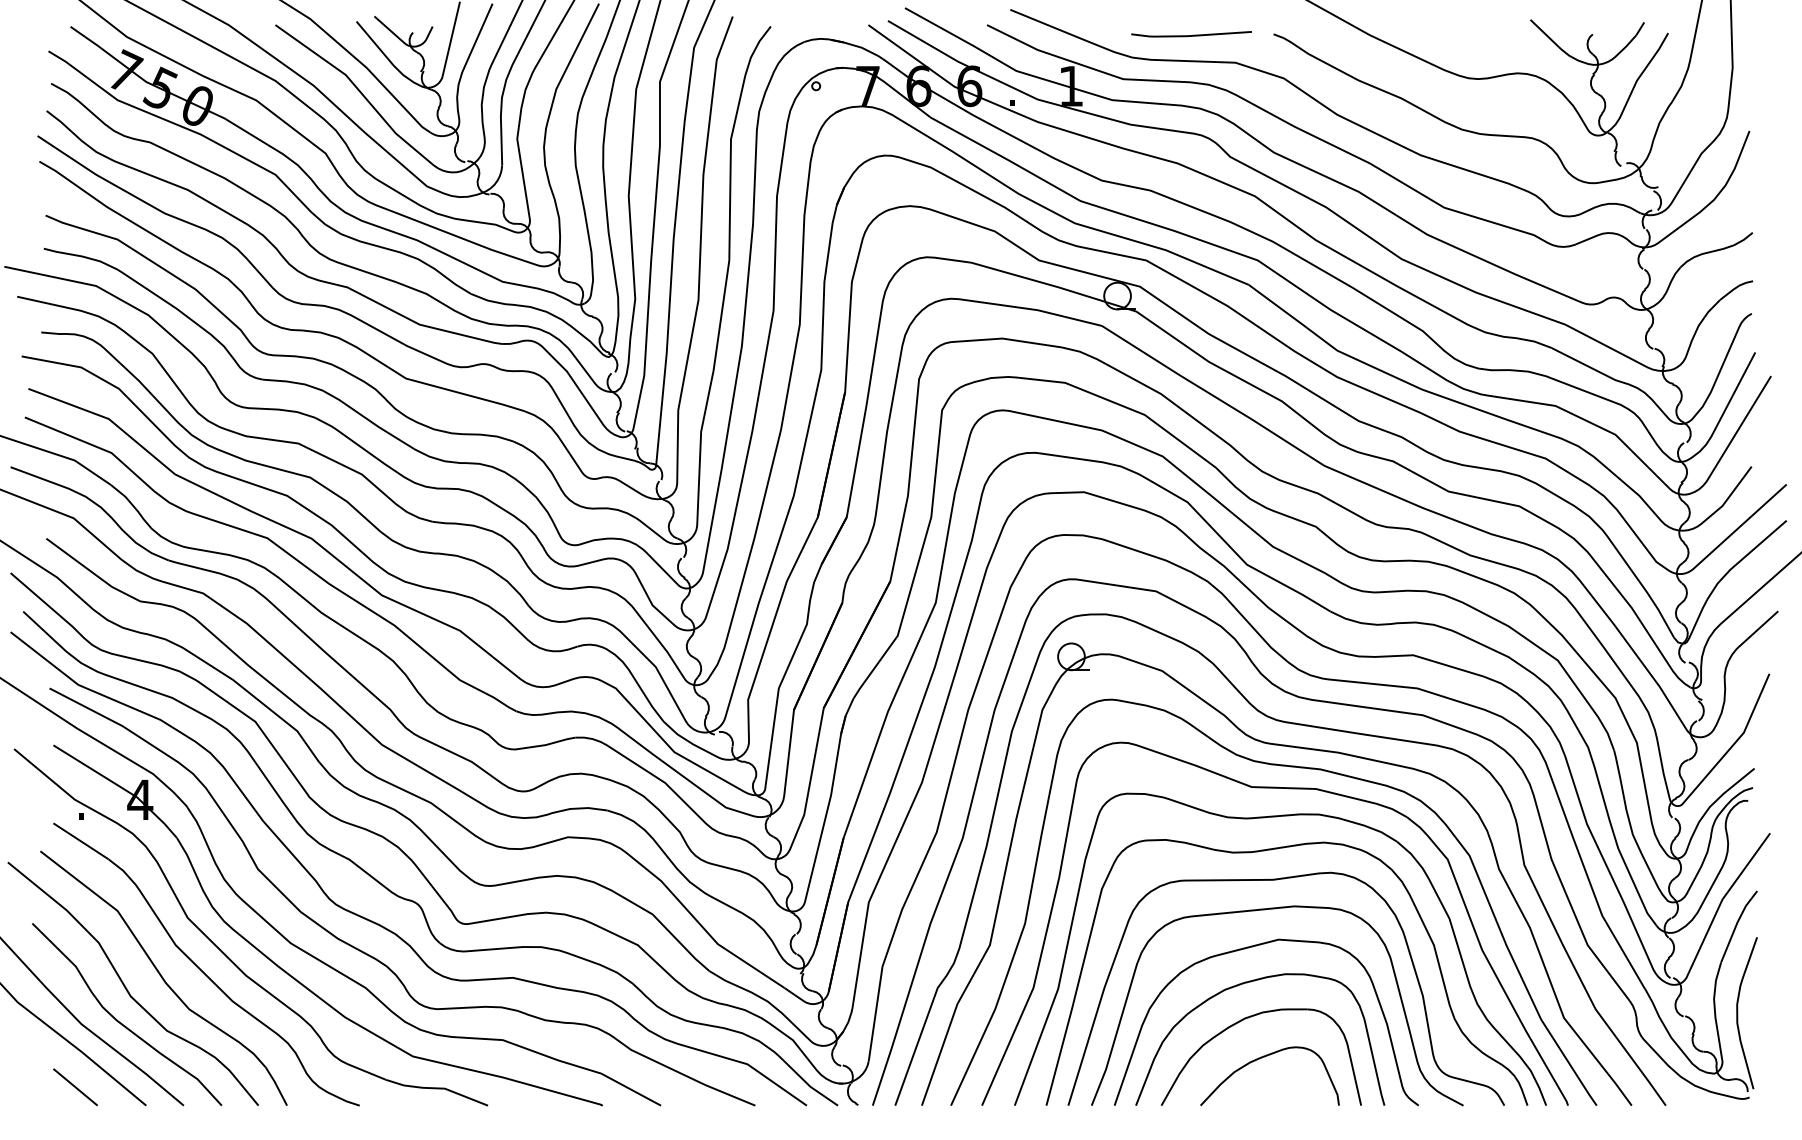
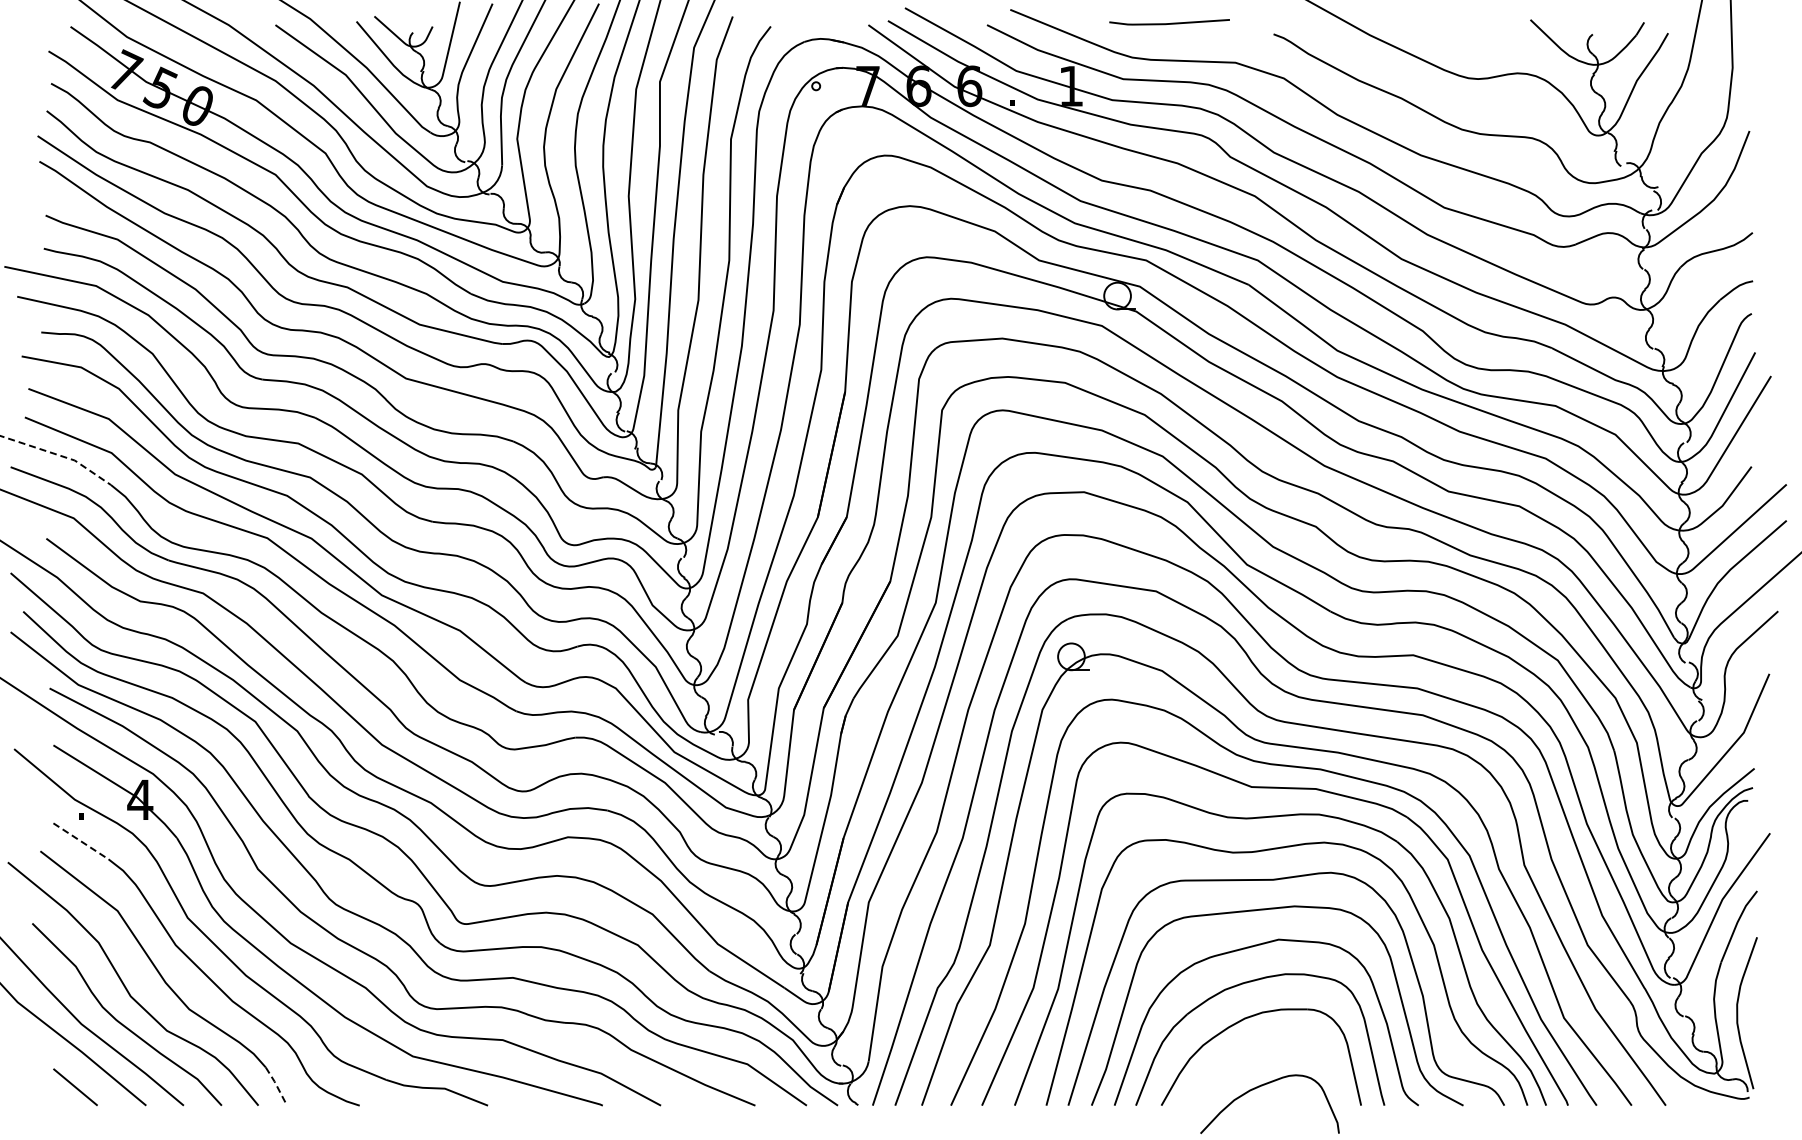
line at (1191, 35) position: (1191, 35) -> (1169, 23)
line at (58, 455): solid -> dashed
line at (81, 841): solid -> dashed
curve at (1262, 1058) position: (1262, 1058) -> (1262, 1086)
line at (276, 1085): solid -> dashed
